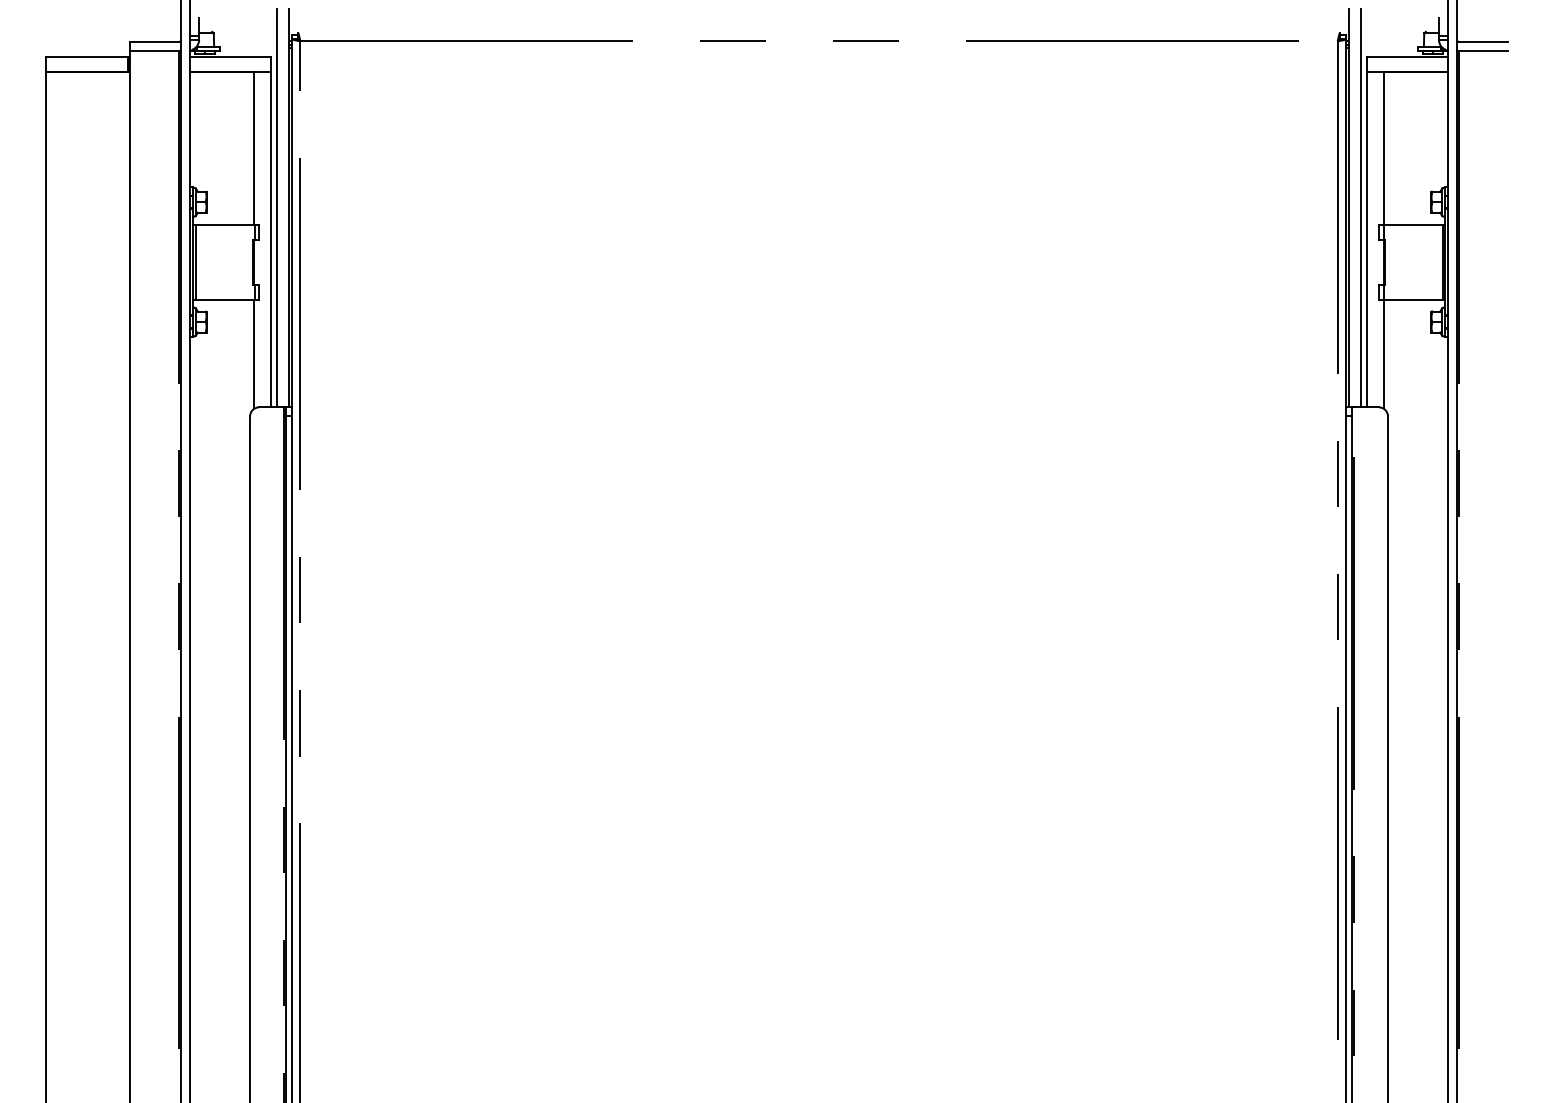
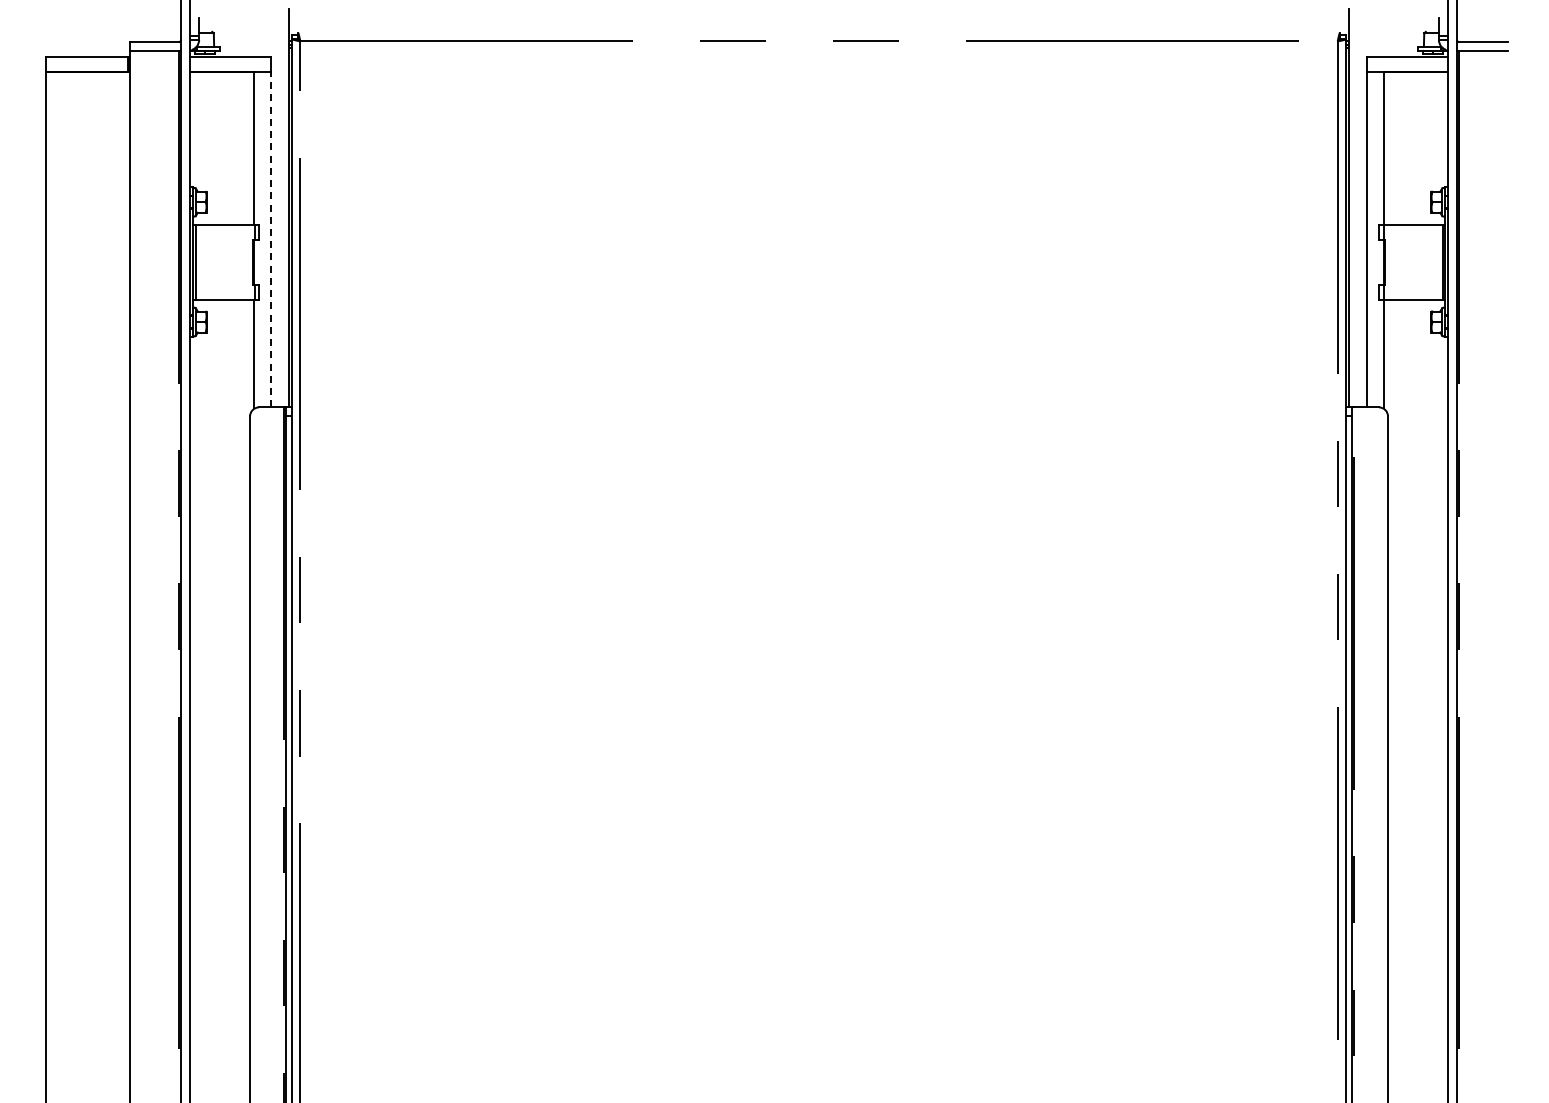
line at (277, 208): present -> none
line at (1361, 208): present -> none
line at (271, 239): solid -> dashed
